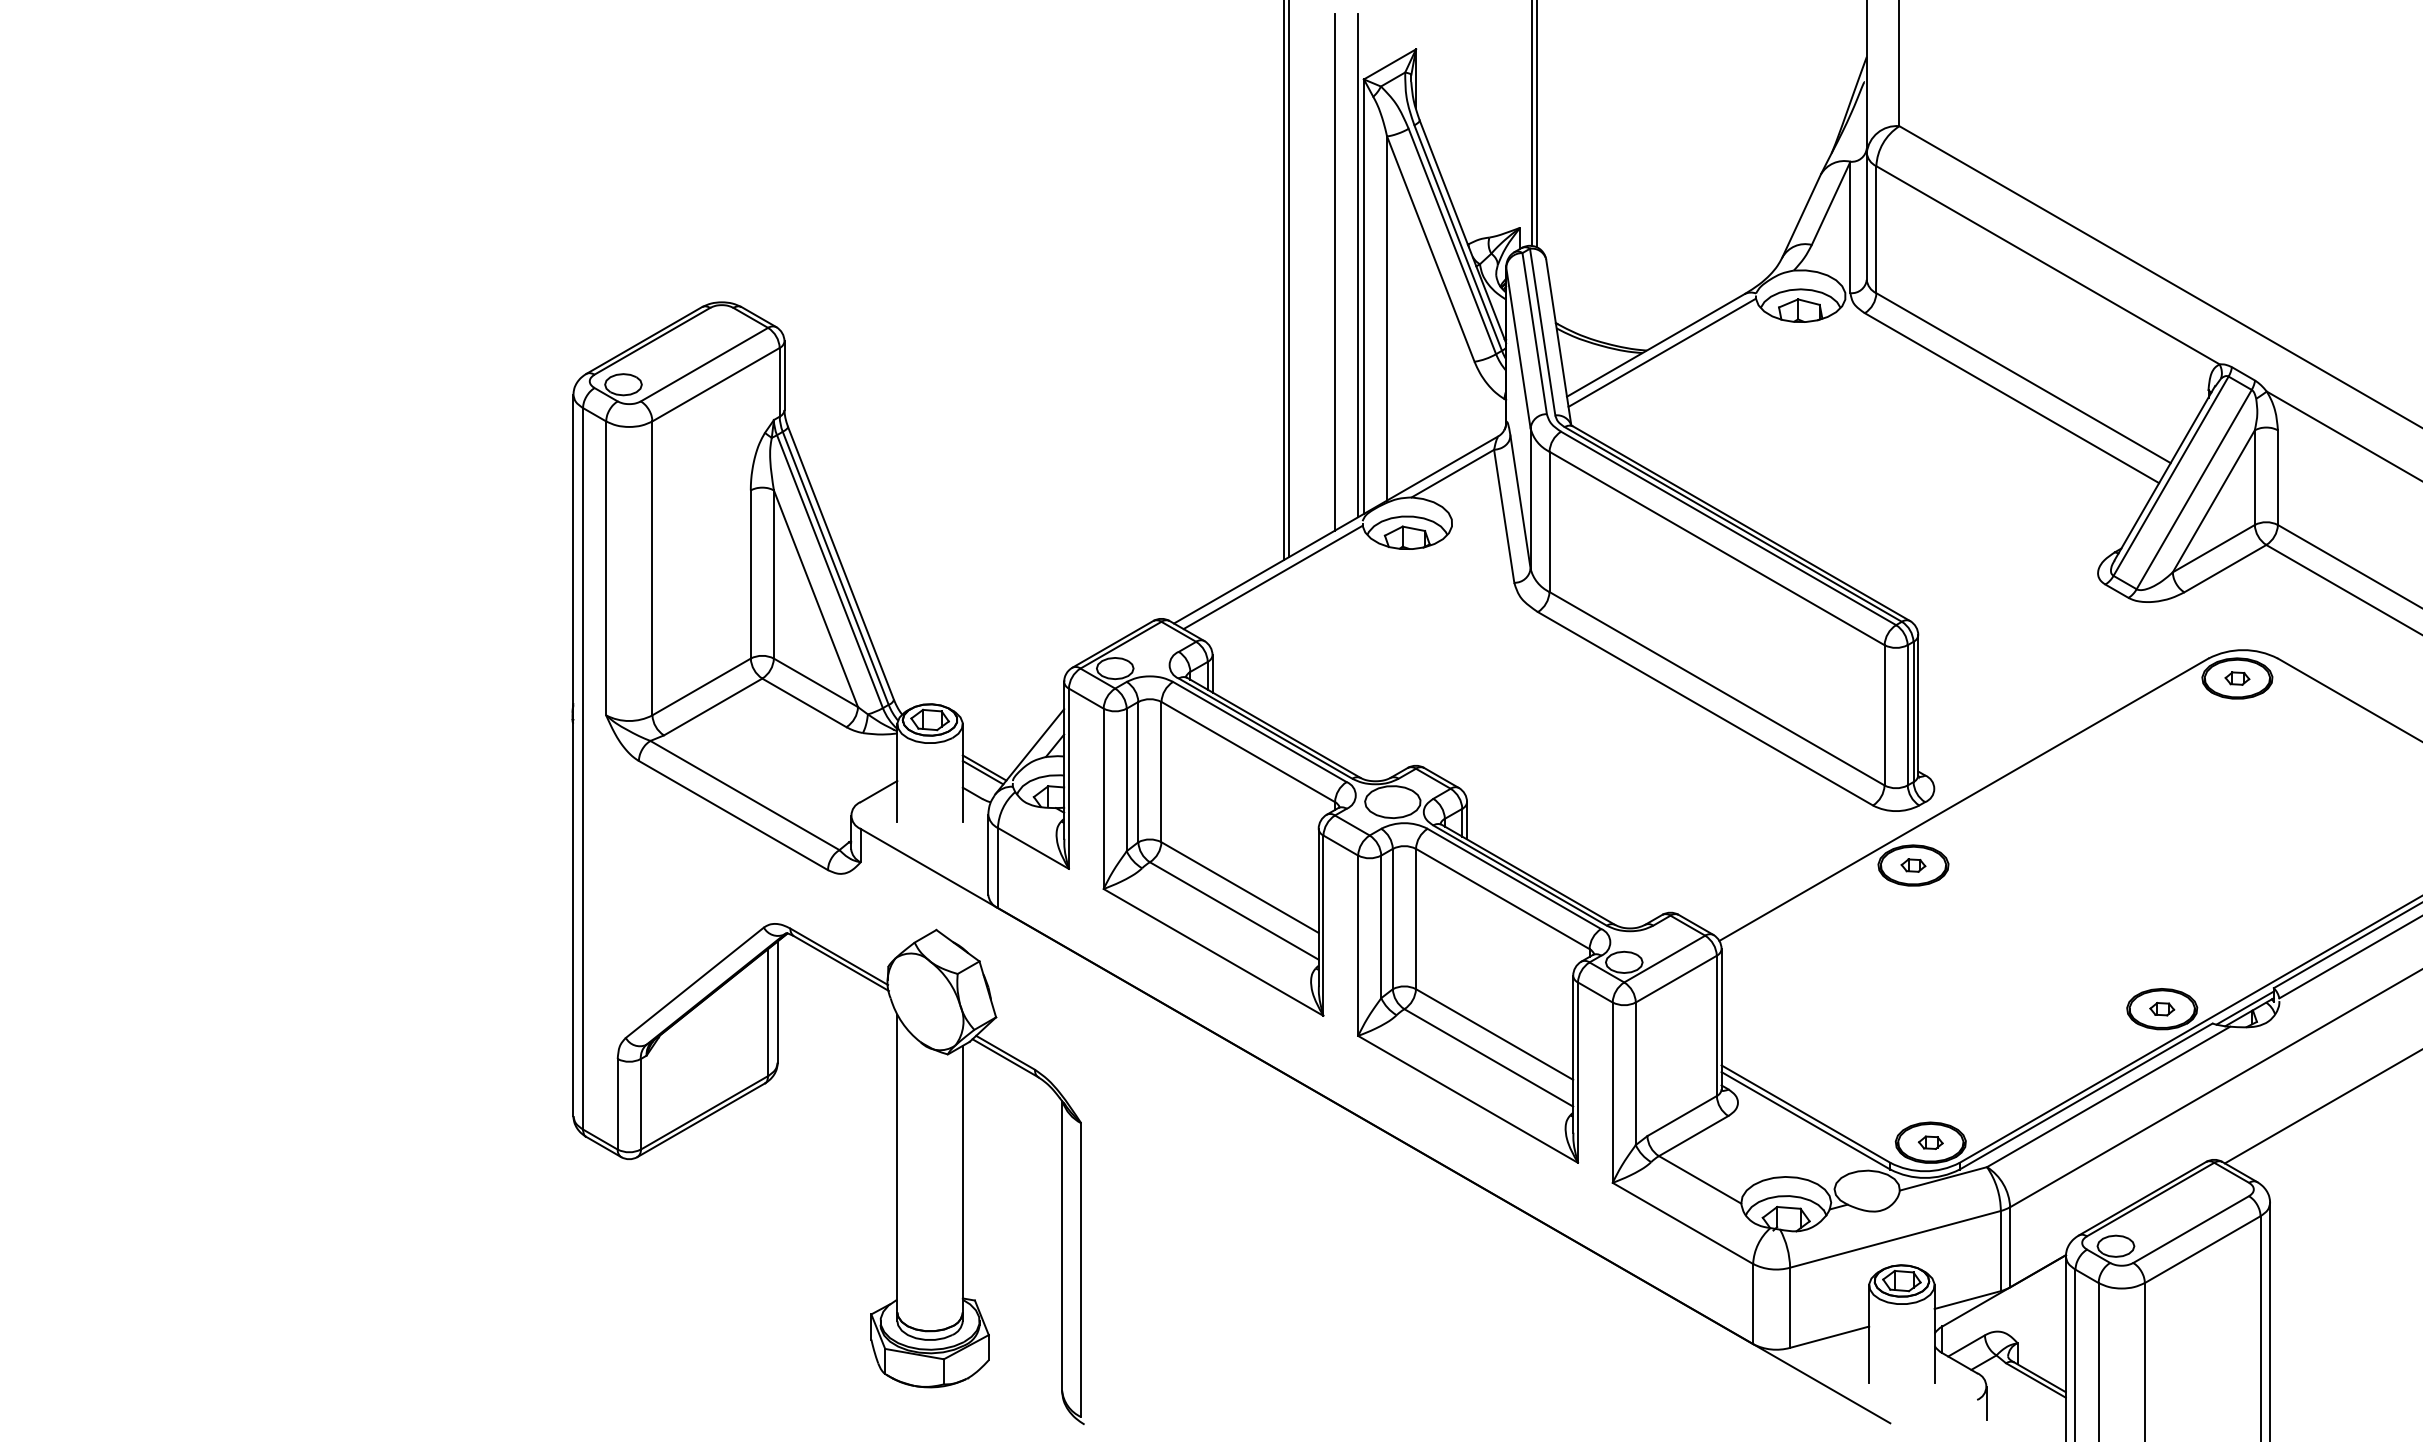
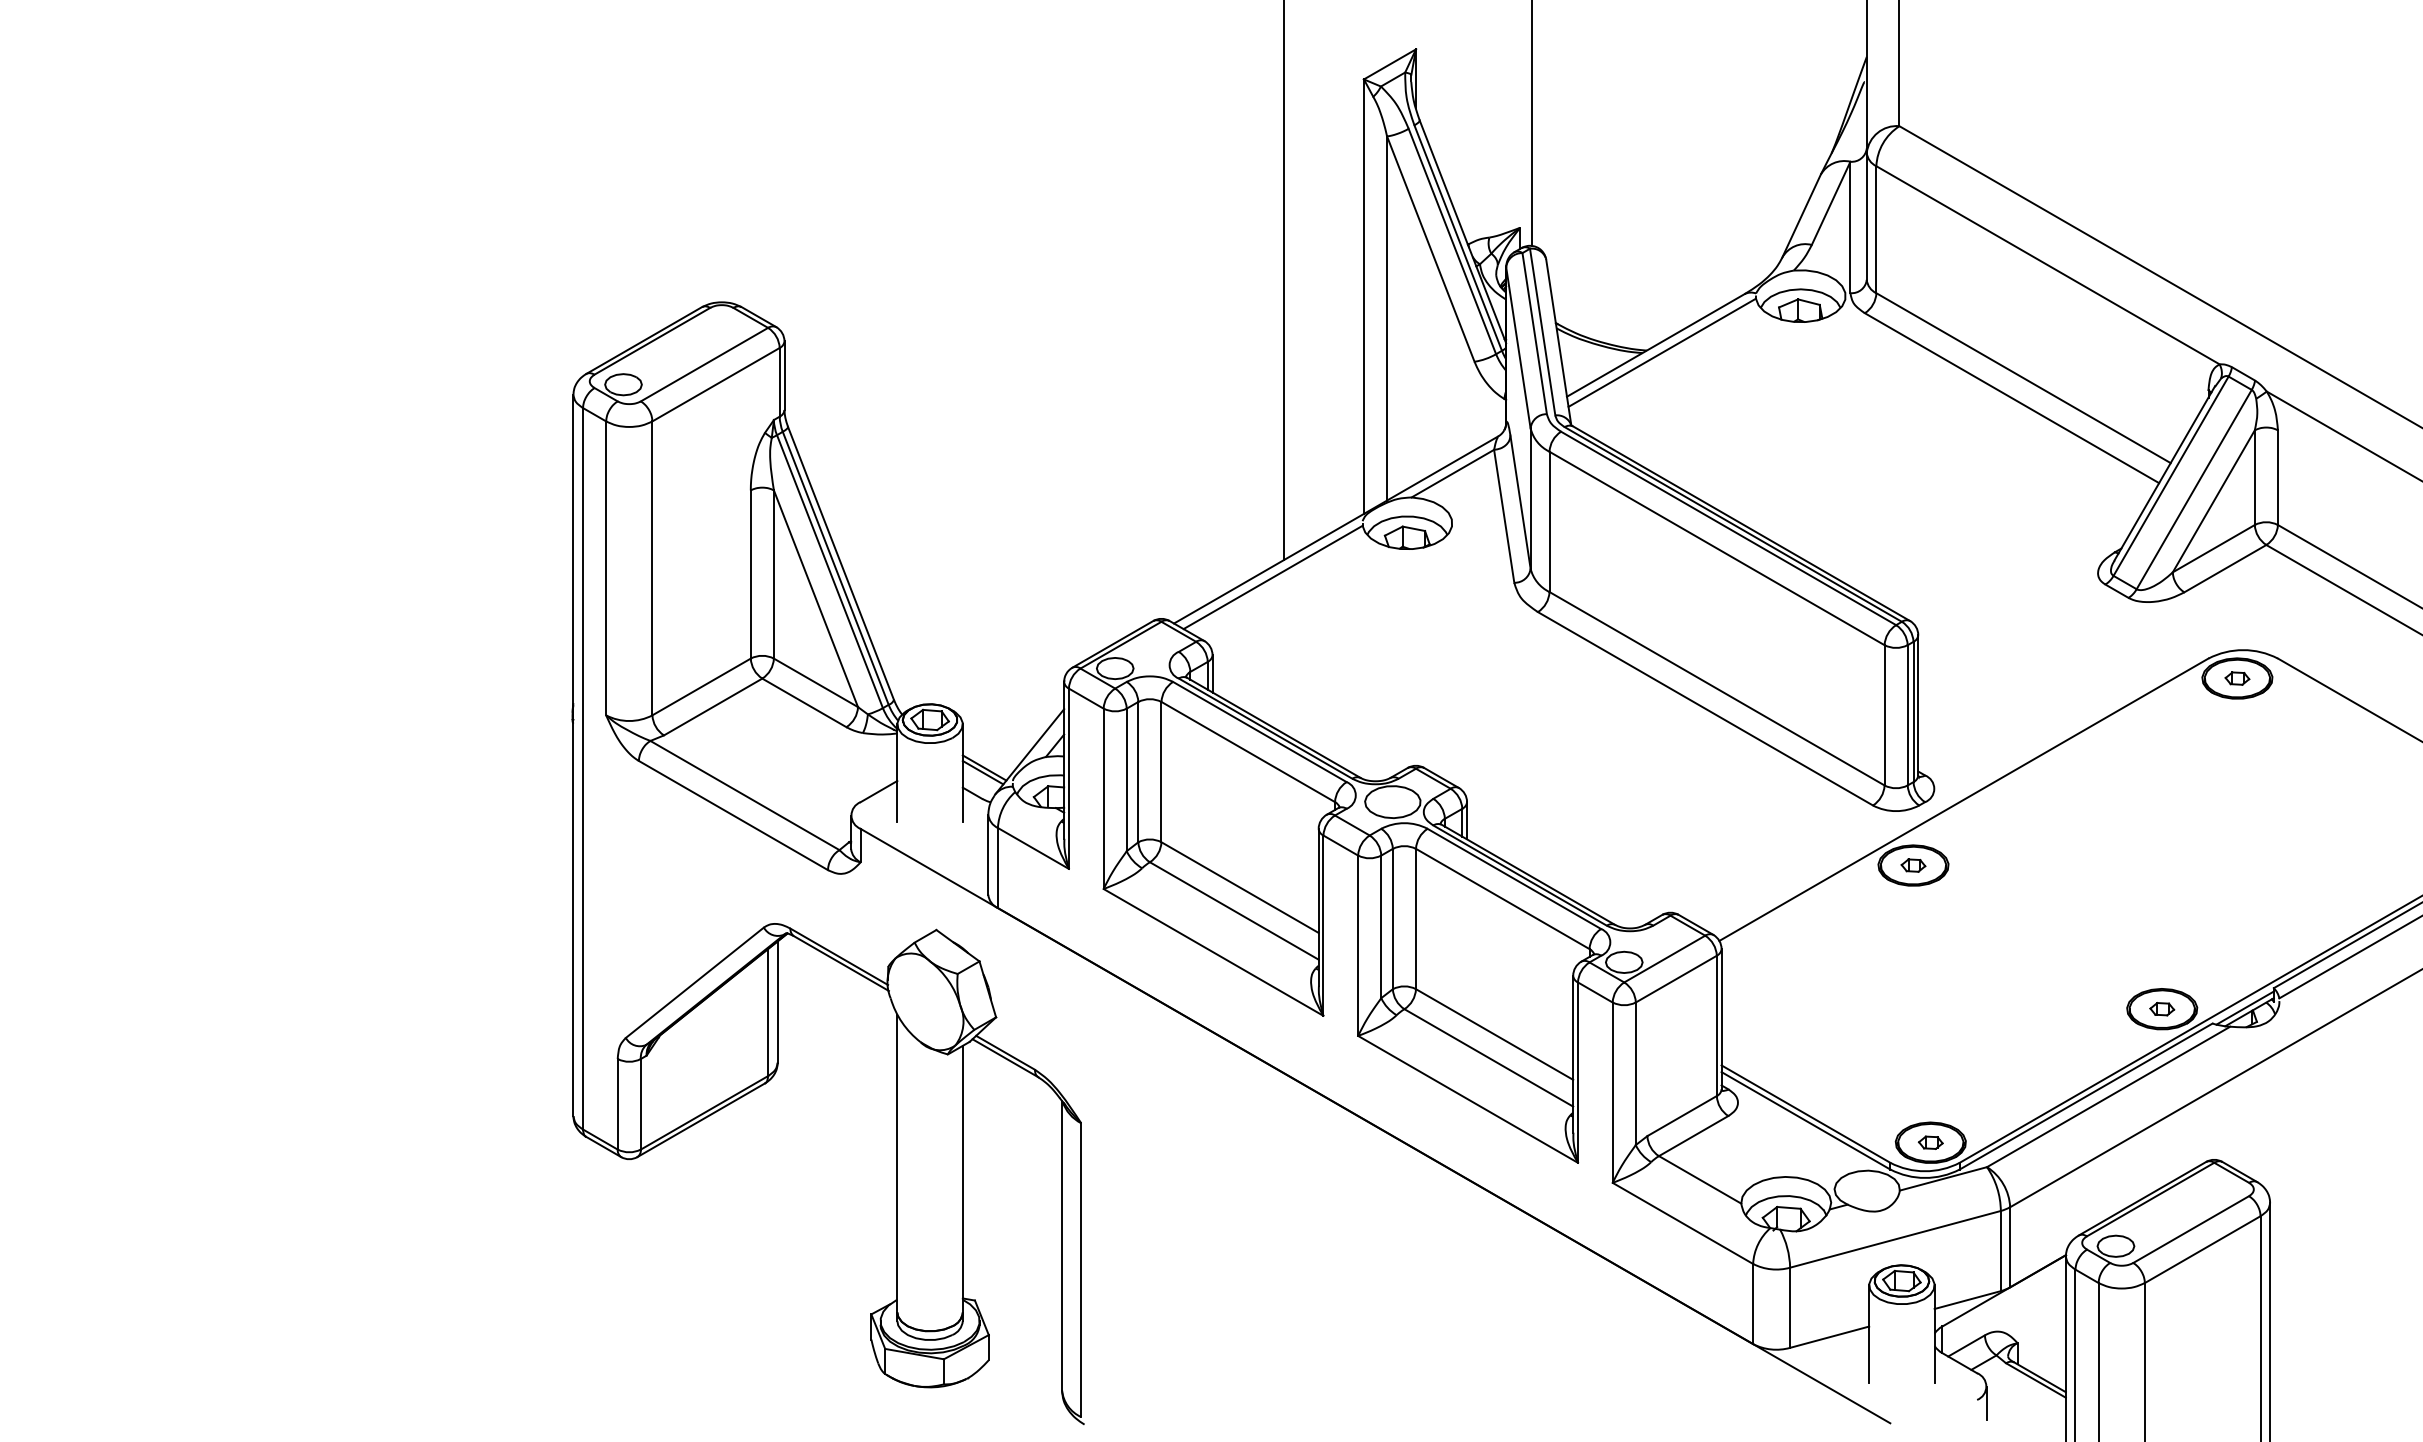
line at (1536, 124): present -> none
line at (1358, 265): present -> none
line at (1335, 272): present -> none
line at (1288, 279): present -> none
line at (2321, 1107): present -> none
